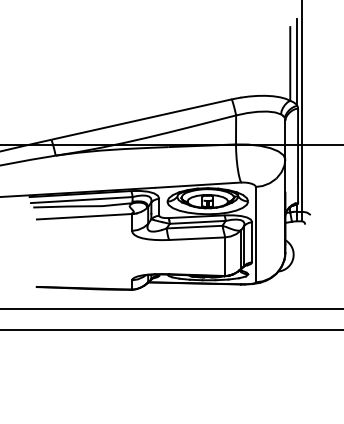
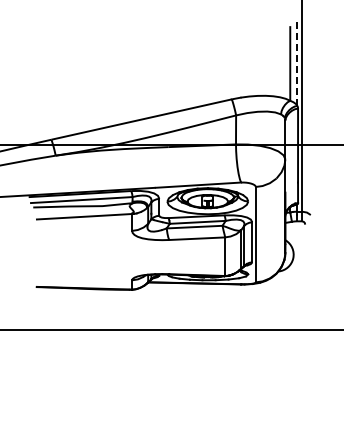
line at (297, 62): solid -> dashed
line at (171, 309): present -> none
